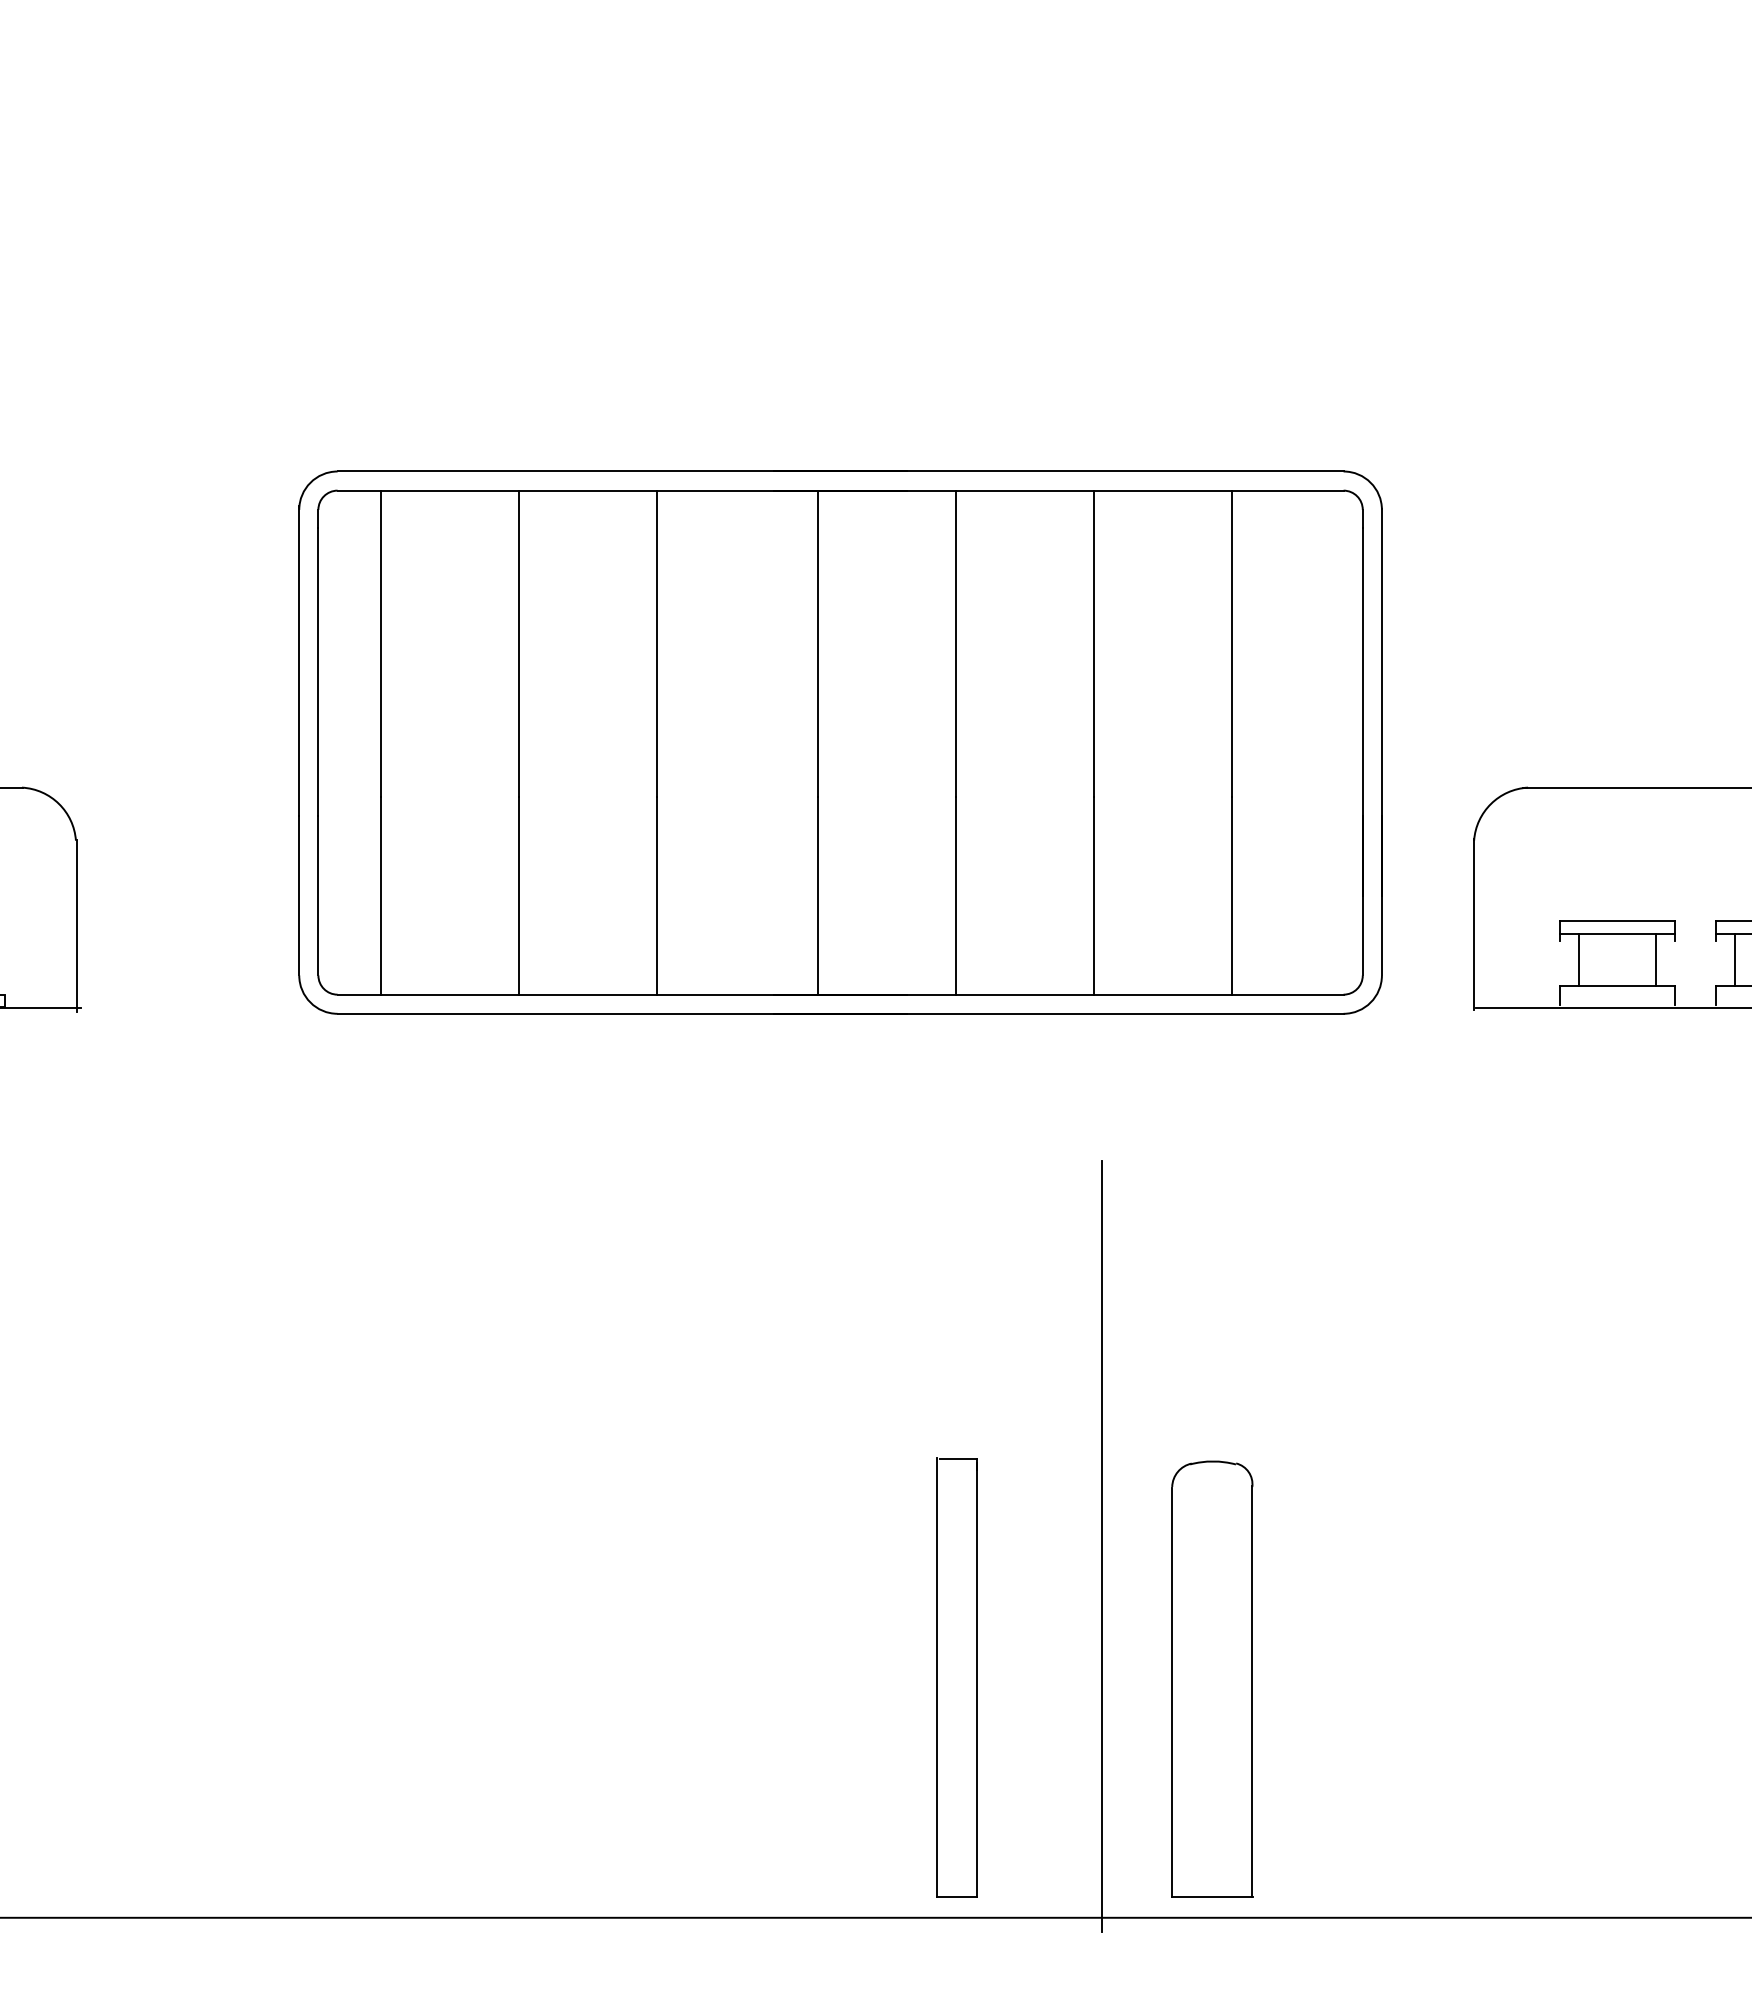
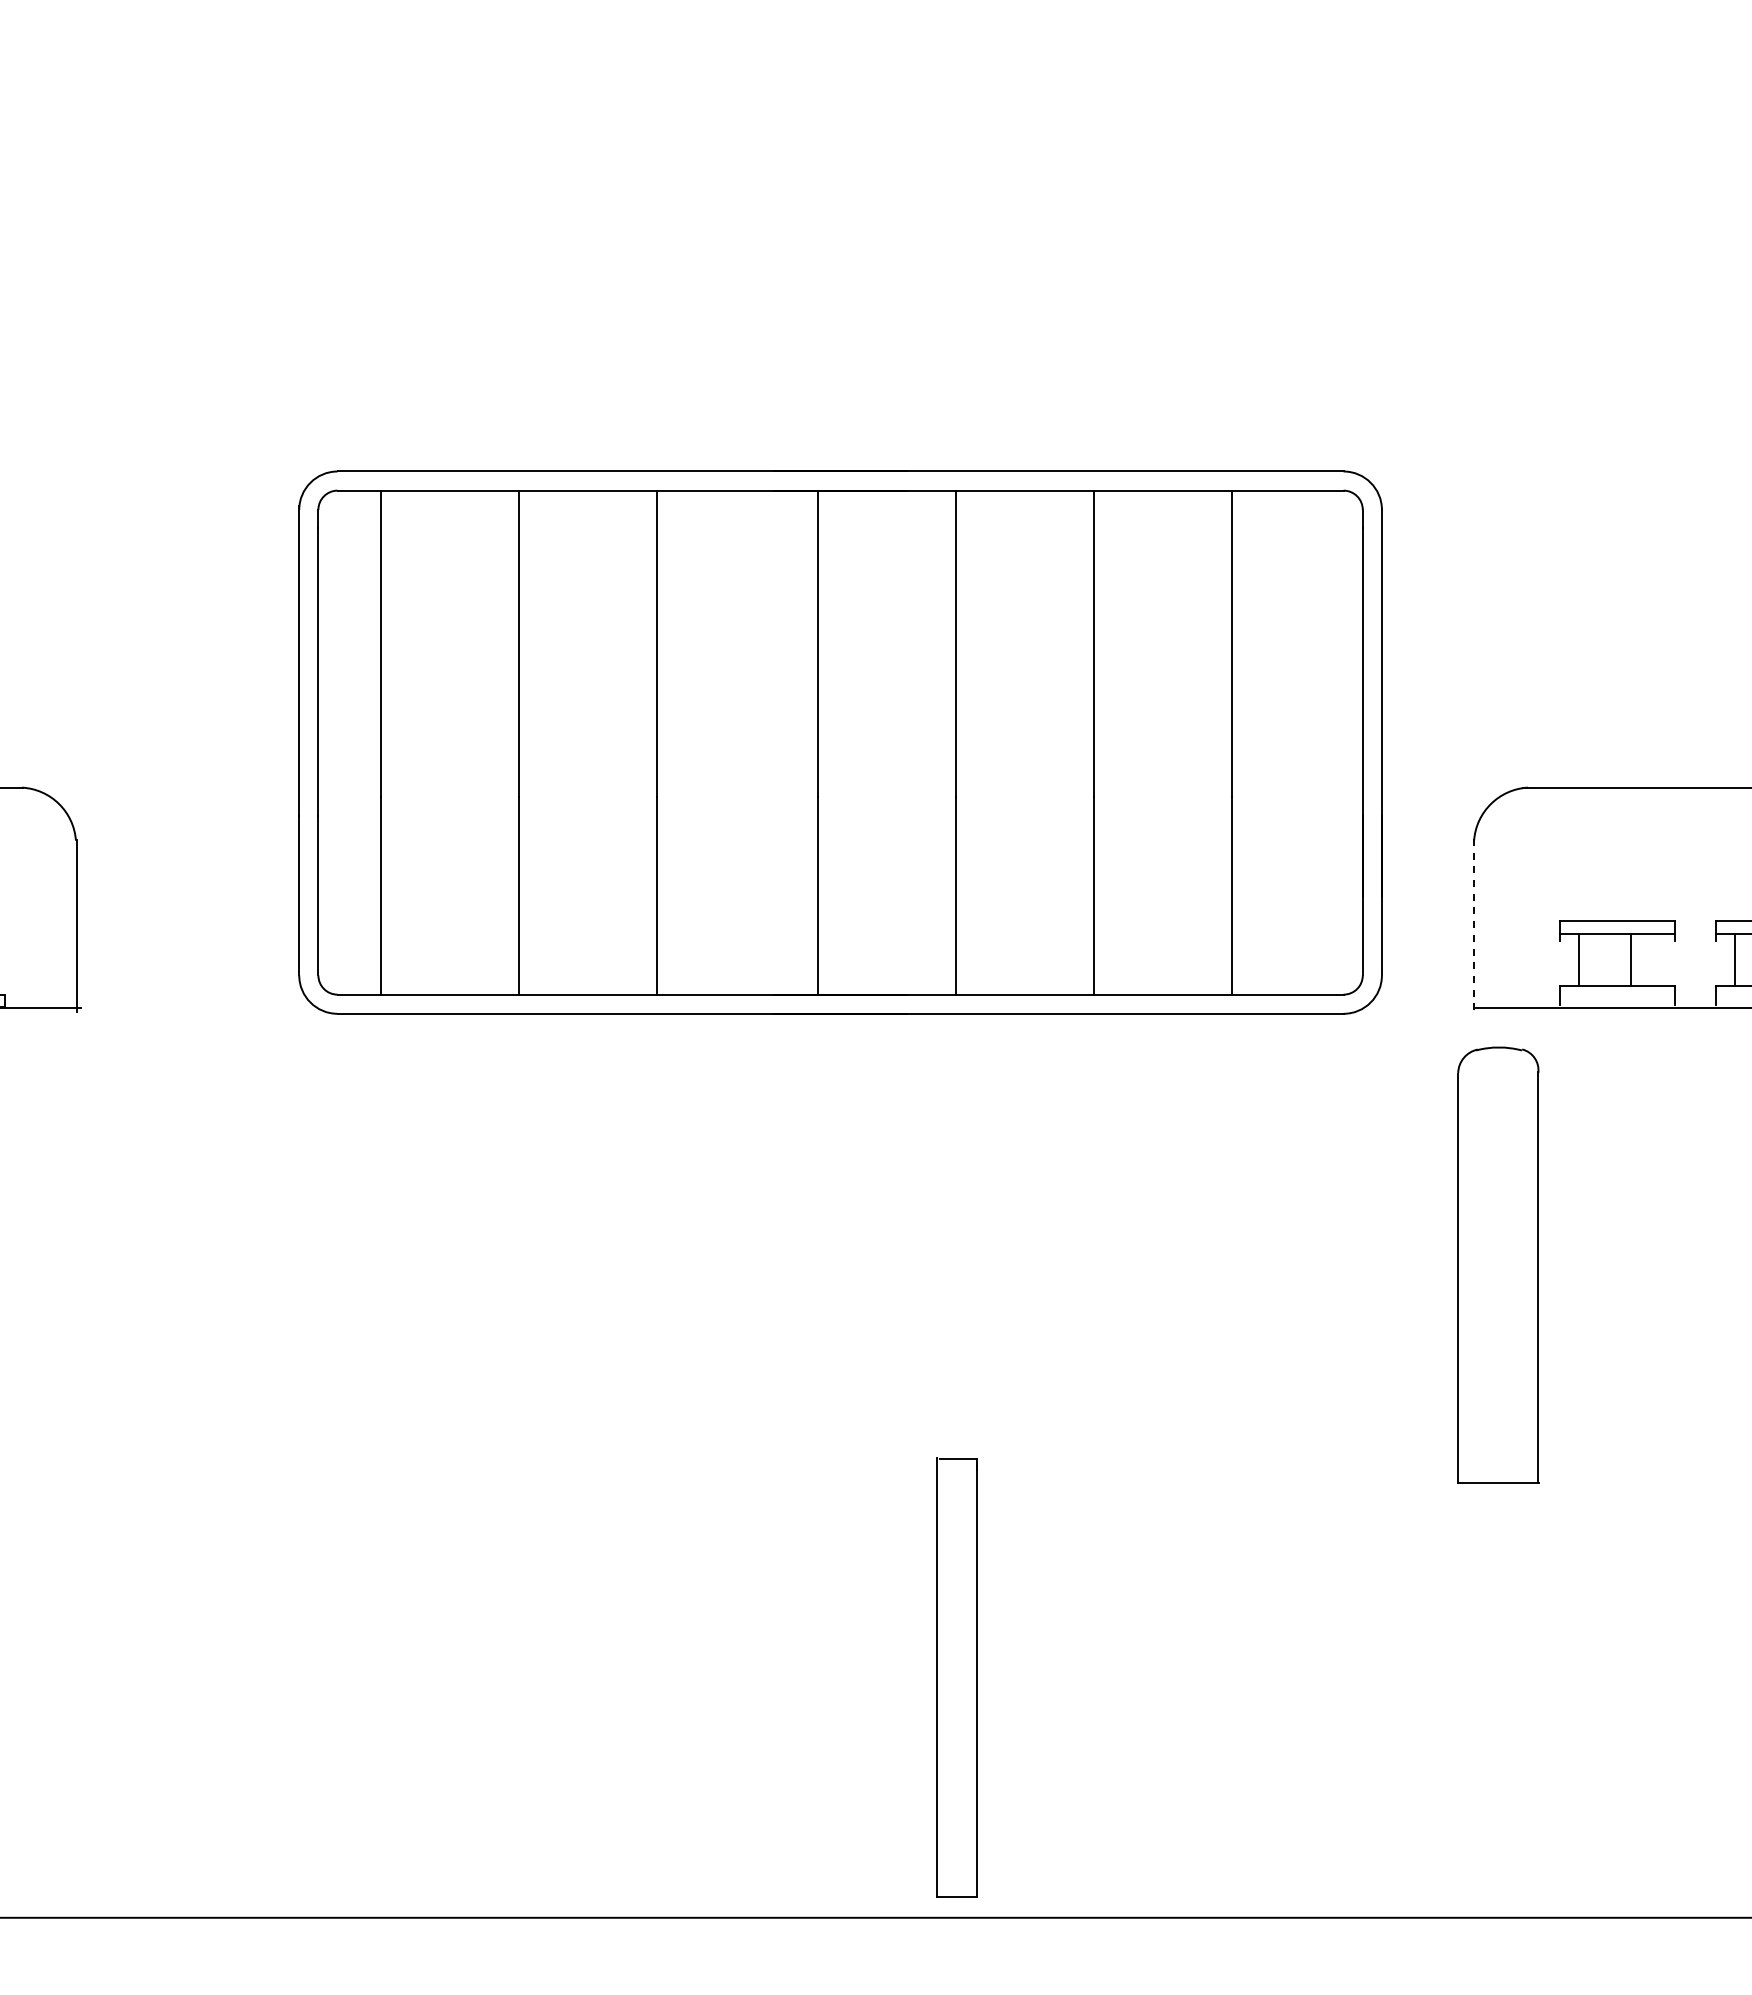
line at (1474, 924): solid -> dashed
line at (1656, 960) position: (1656, 960) -> (1631, 960)
line at (1102, 1546): present -> none
part at (1212, 1678) position: (1212, 1678) -> (1498, 1264)
